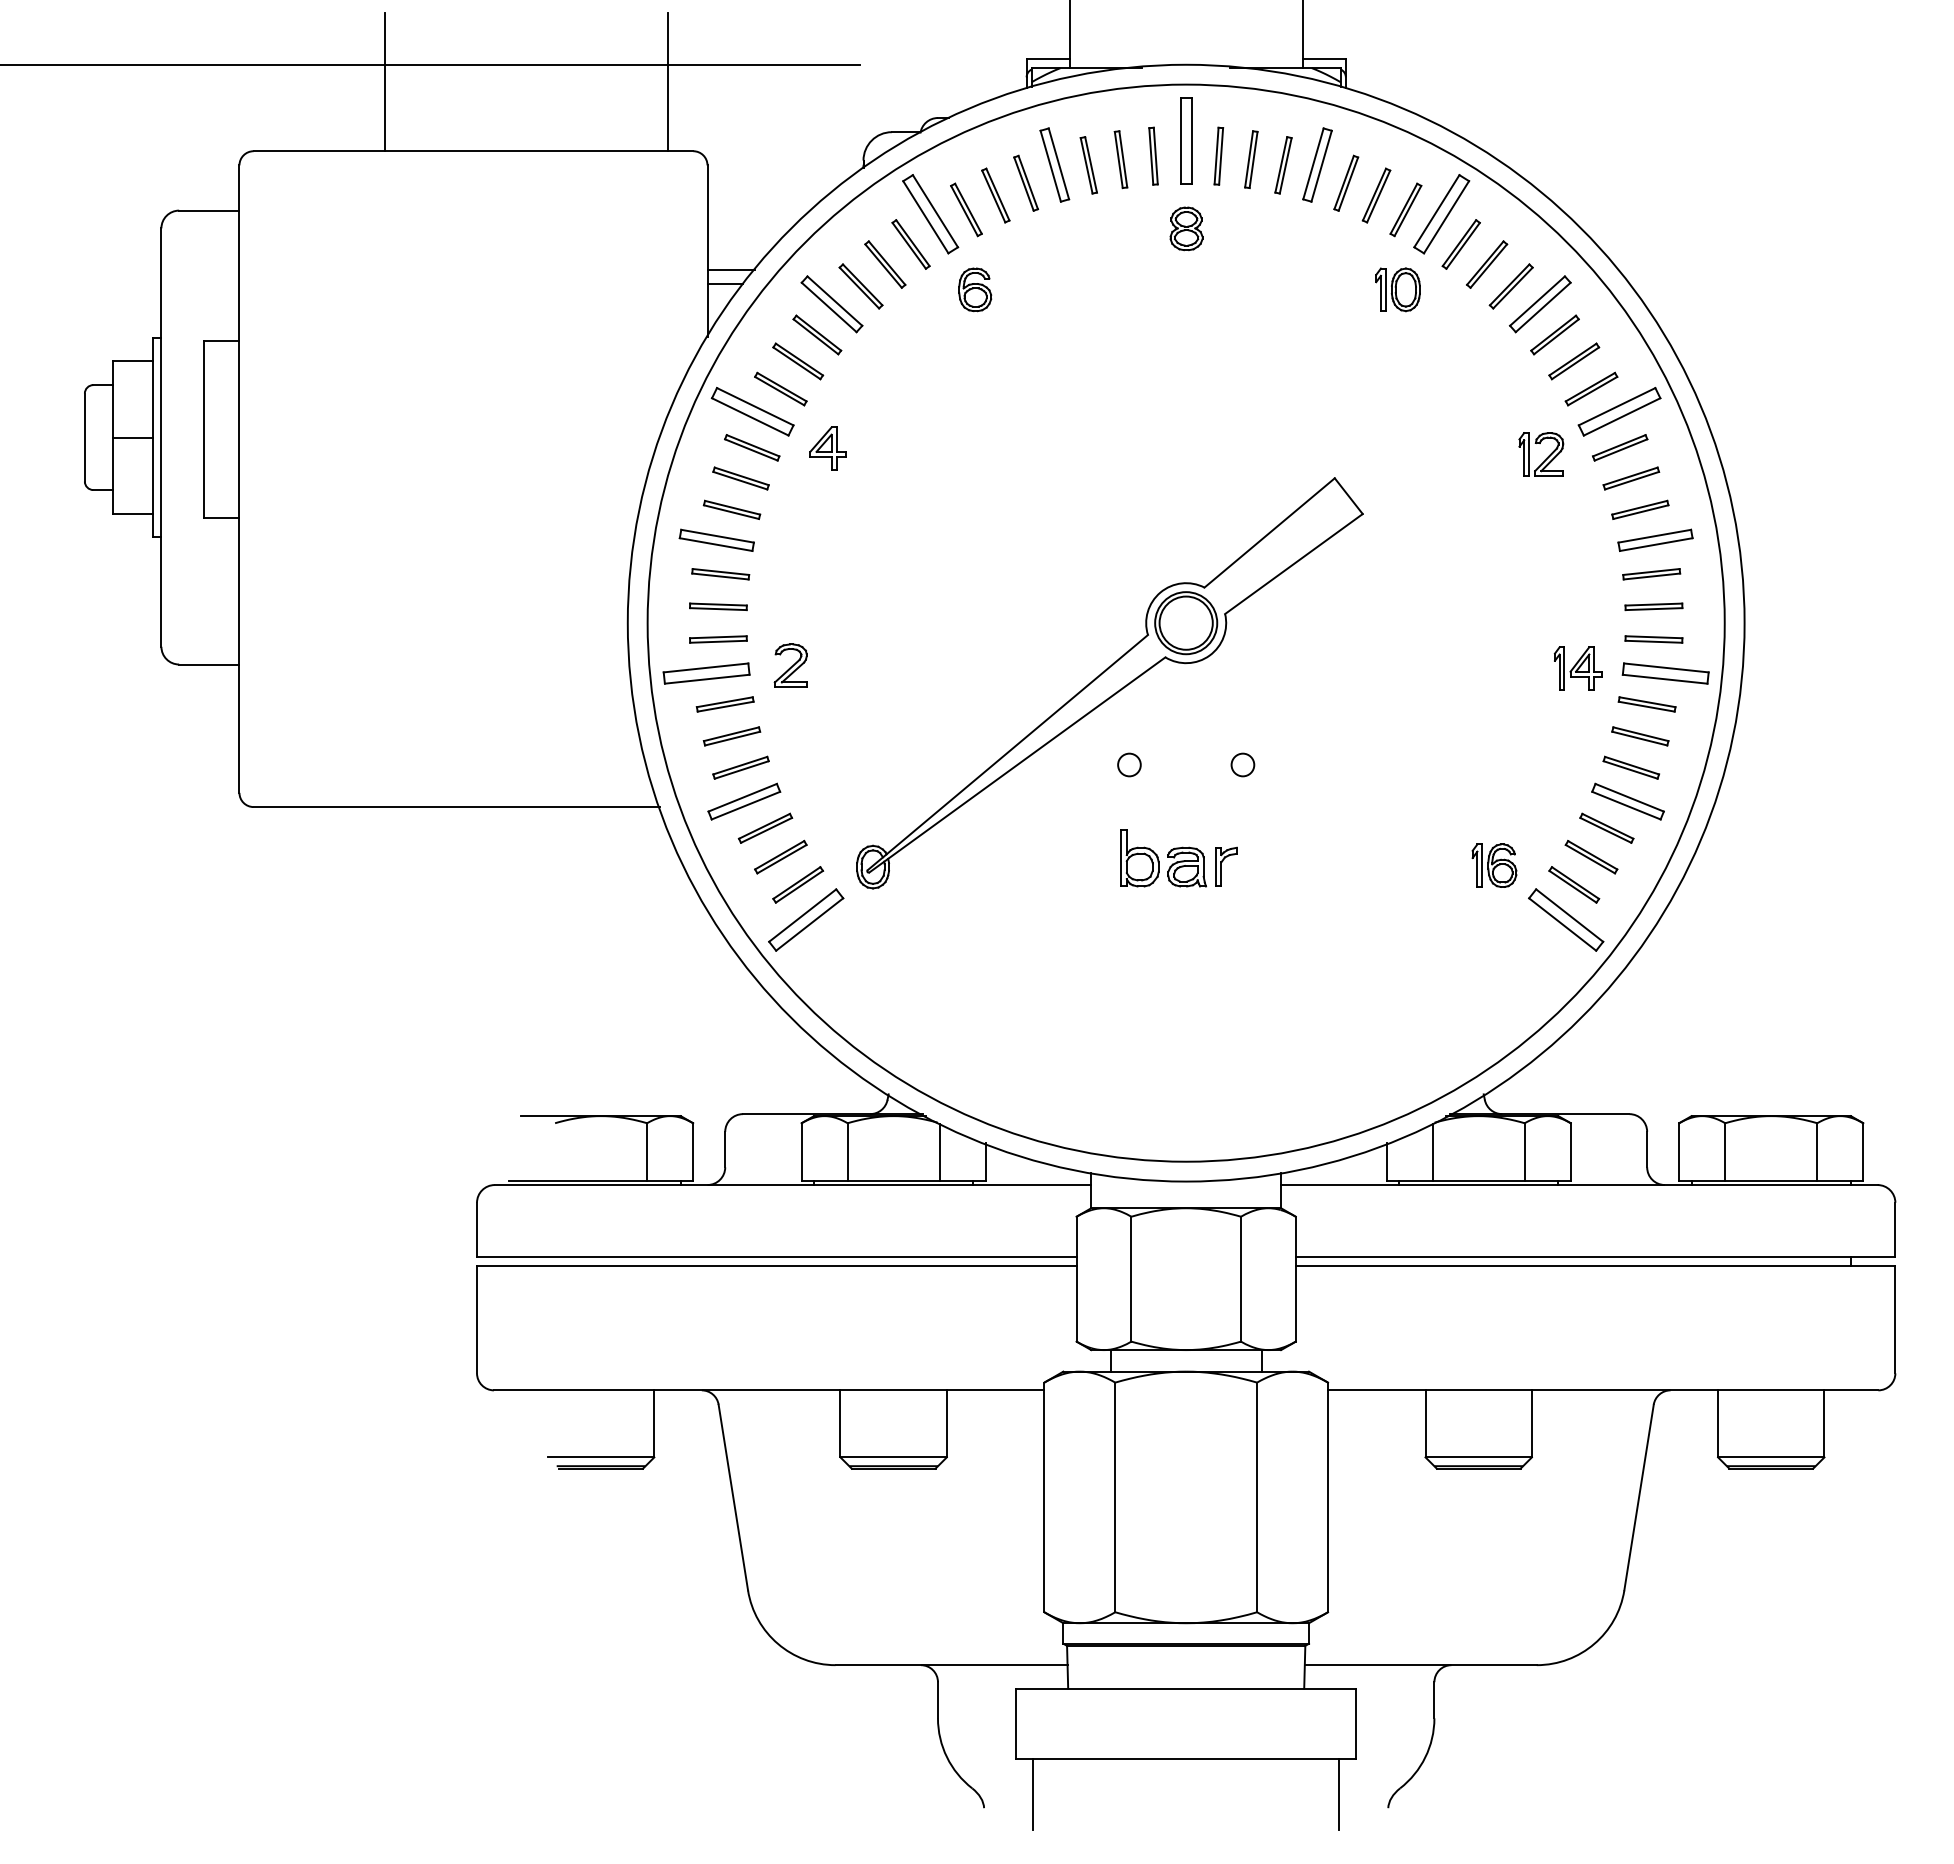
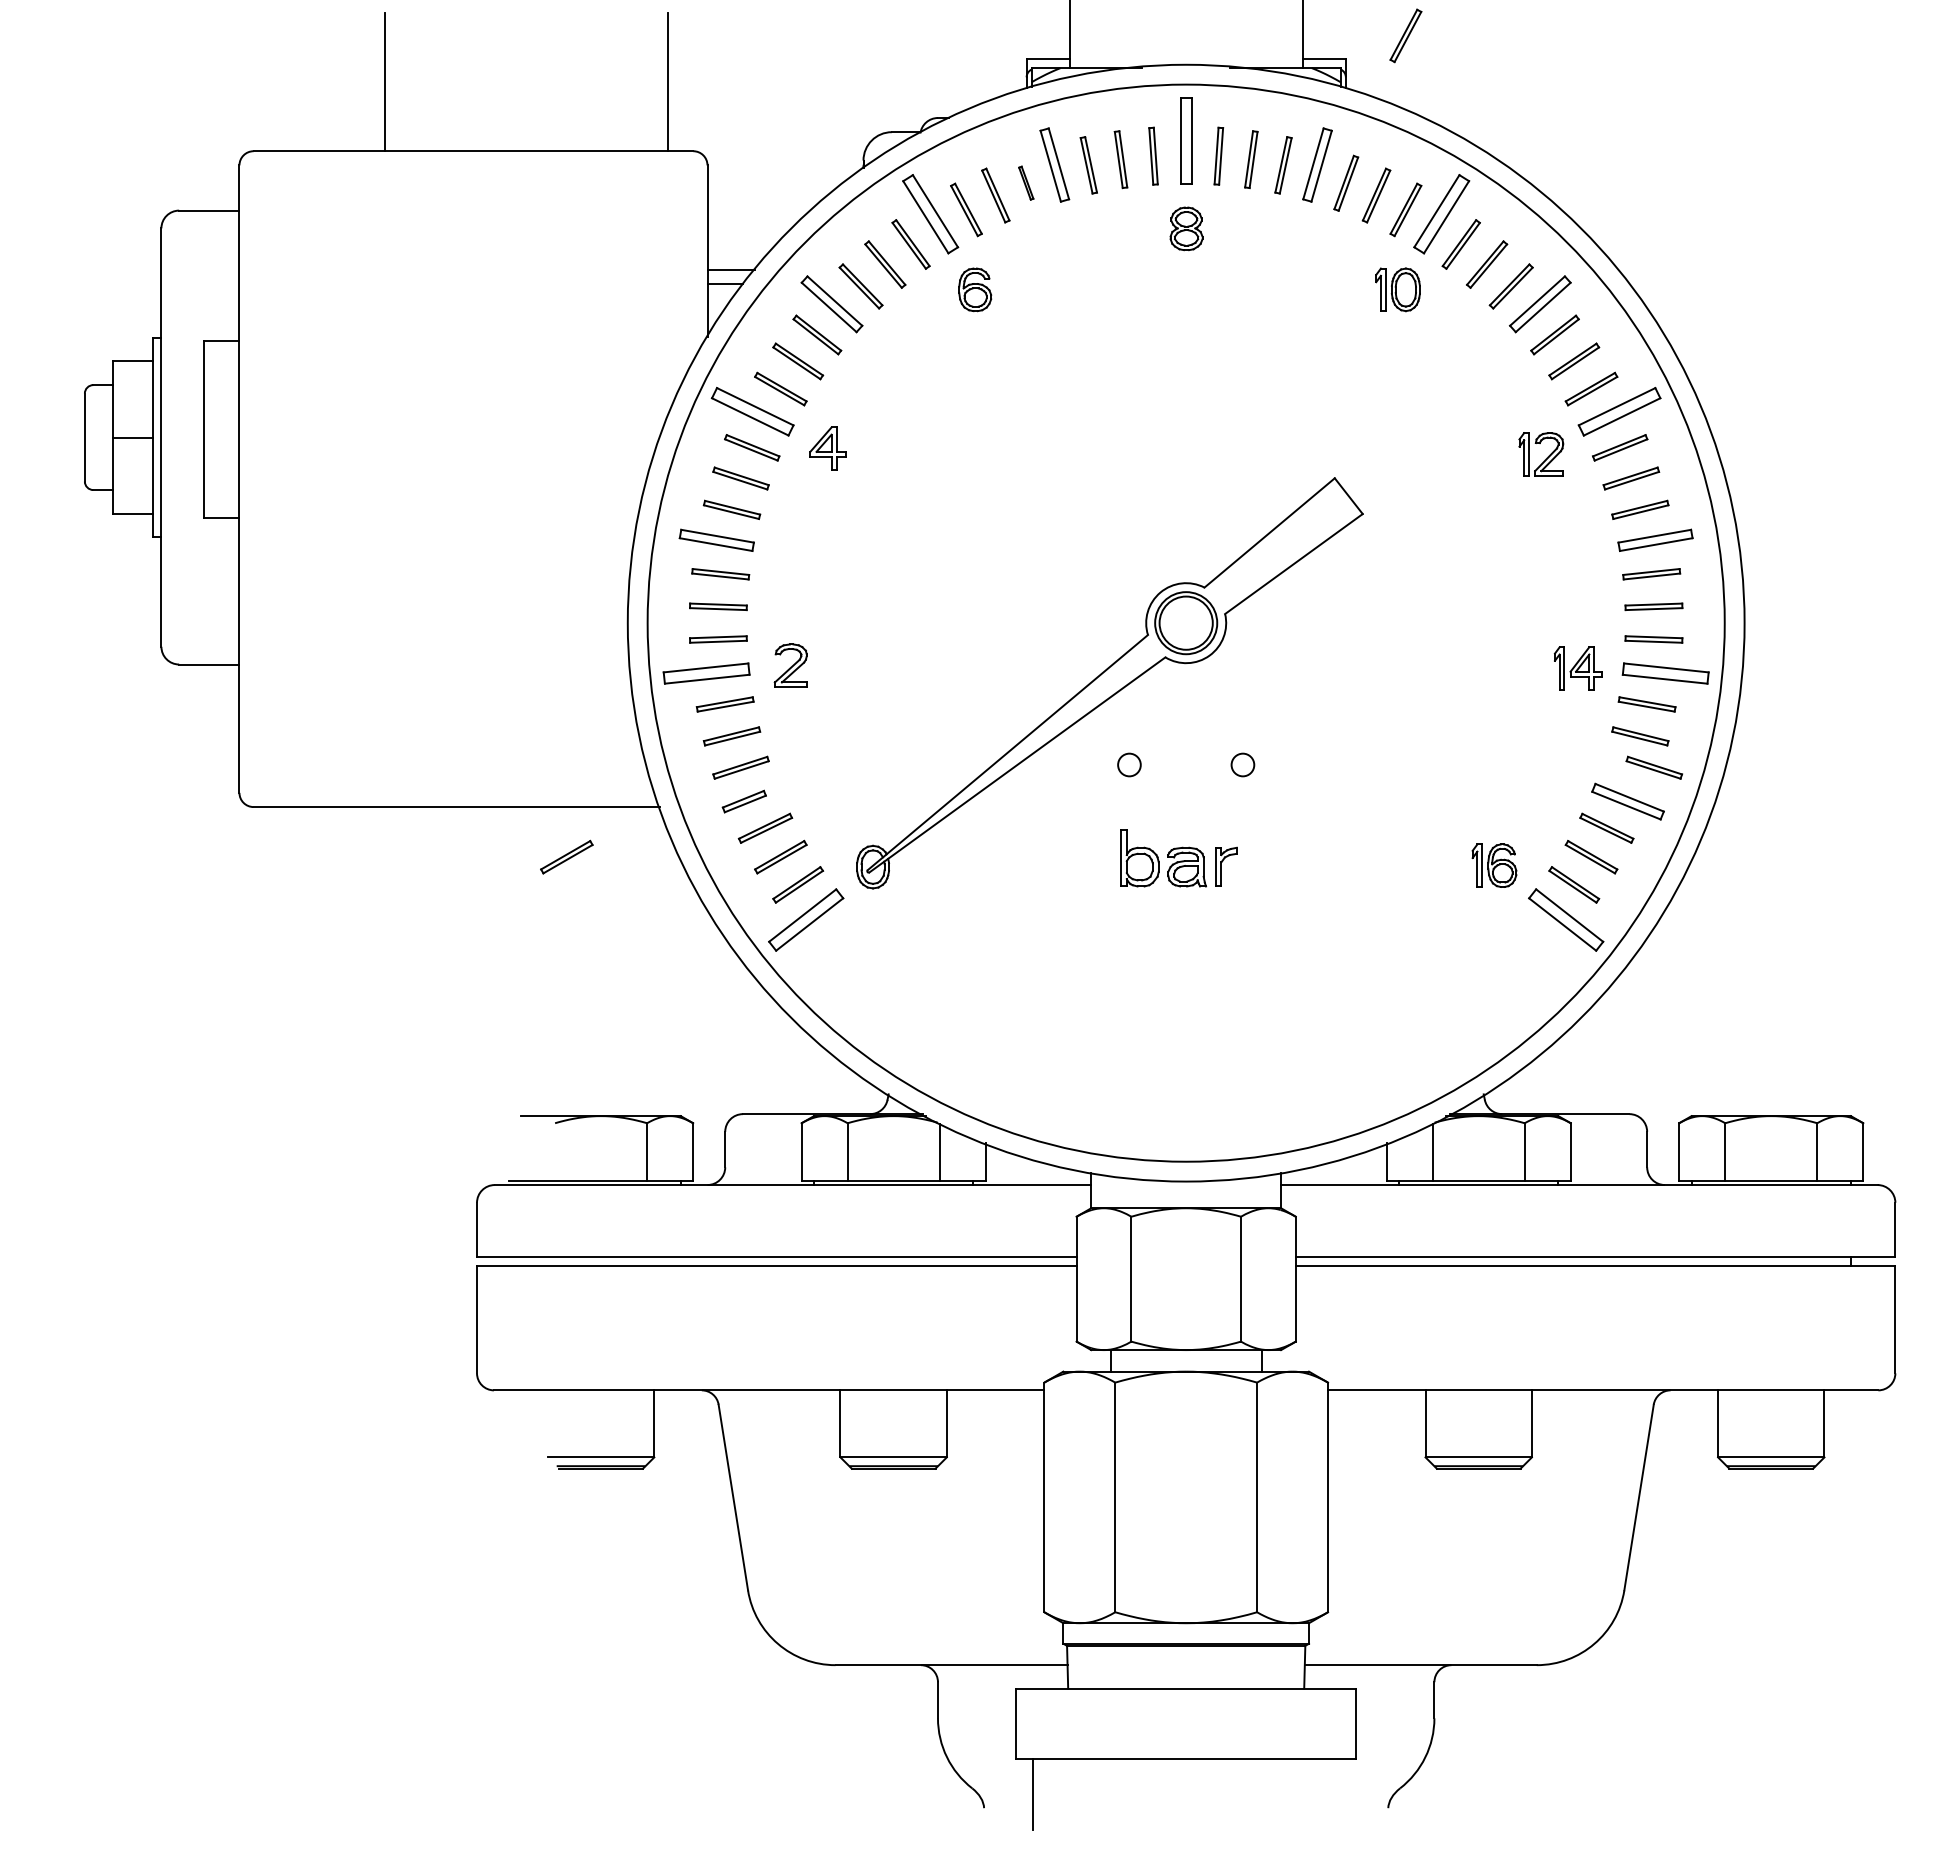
part at (1405, 35): none -> present
line at (430, 64): present -> none
part at (1026, 182) size: 27x58 px -> 17x36 px
part at (1630, 767) position: (1630, 767) -> (1653, 767)
part at (744, 801) size: 75x39 px -> 46x25 px
part at (566, 856): none -> present
line at (1339, 1794): present -> none
